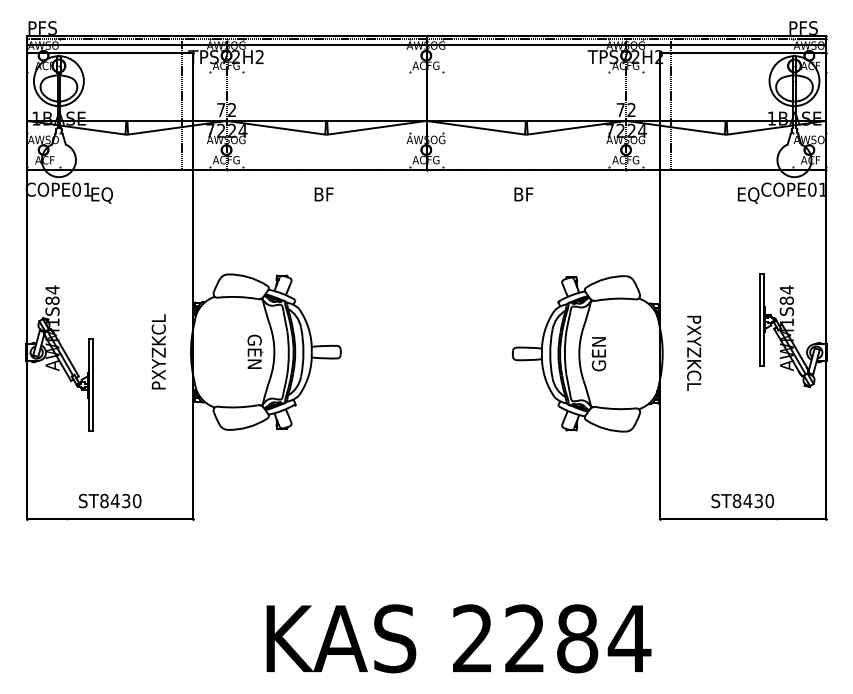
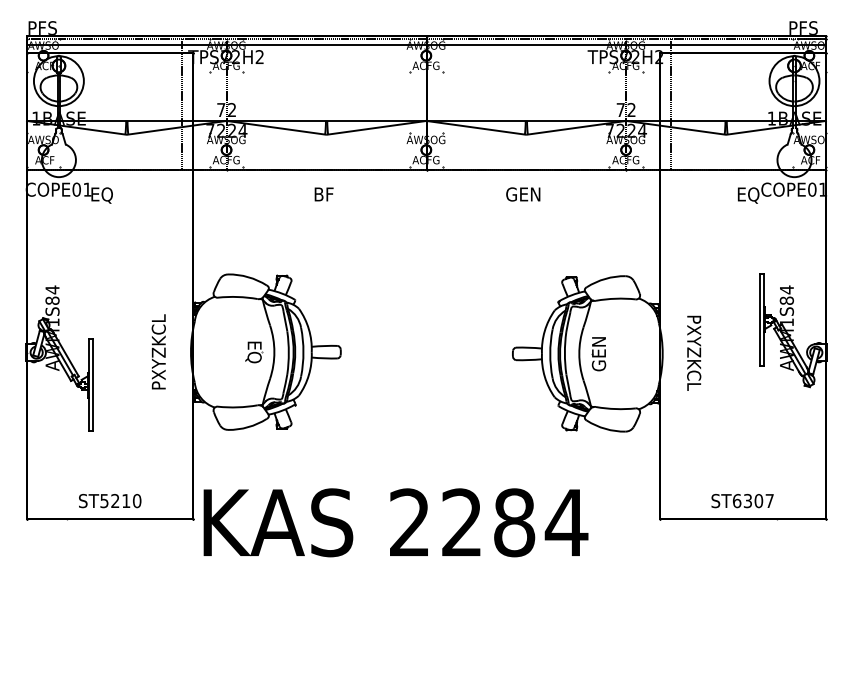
text at (523, 194): BF -> GEN
text at (253, 351): GEN -> EQ
text at (115, 500): ST8430 -> ST5210
text at (752, 500): ST8430 -> ST6307
text at (458, 638) position: (458, 638) -> (395, 522)
